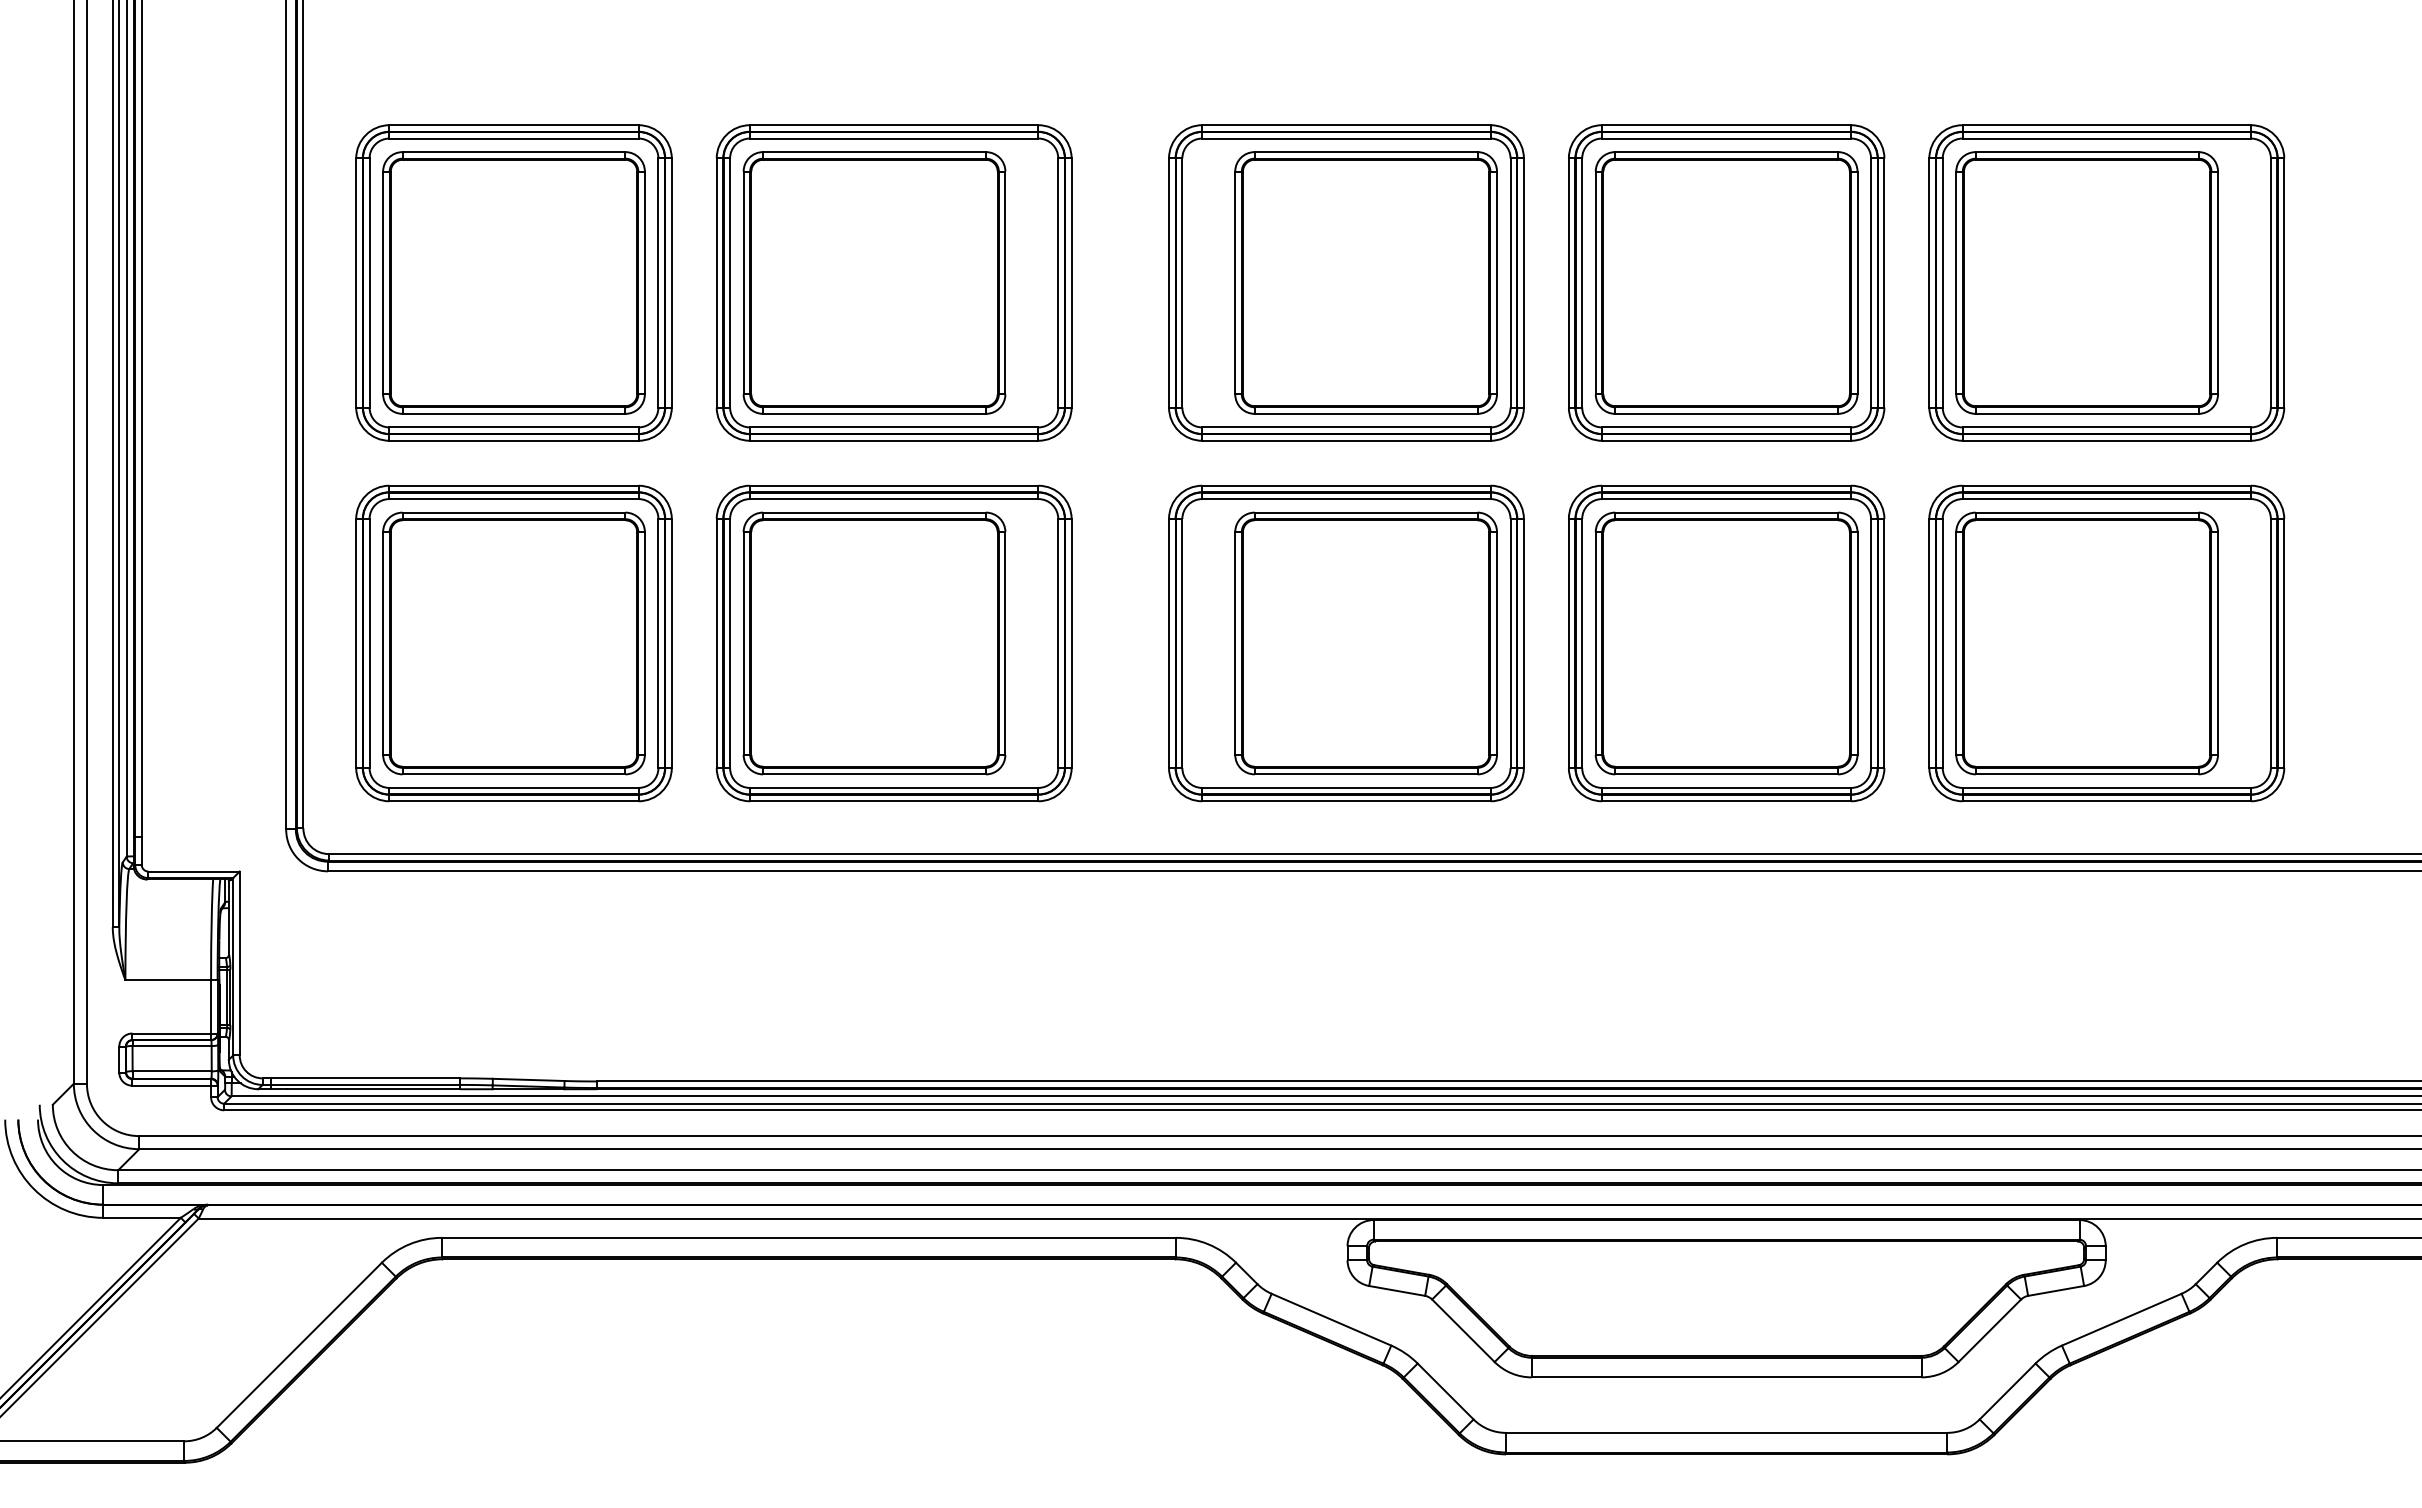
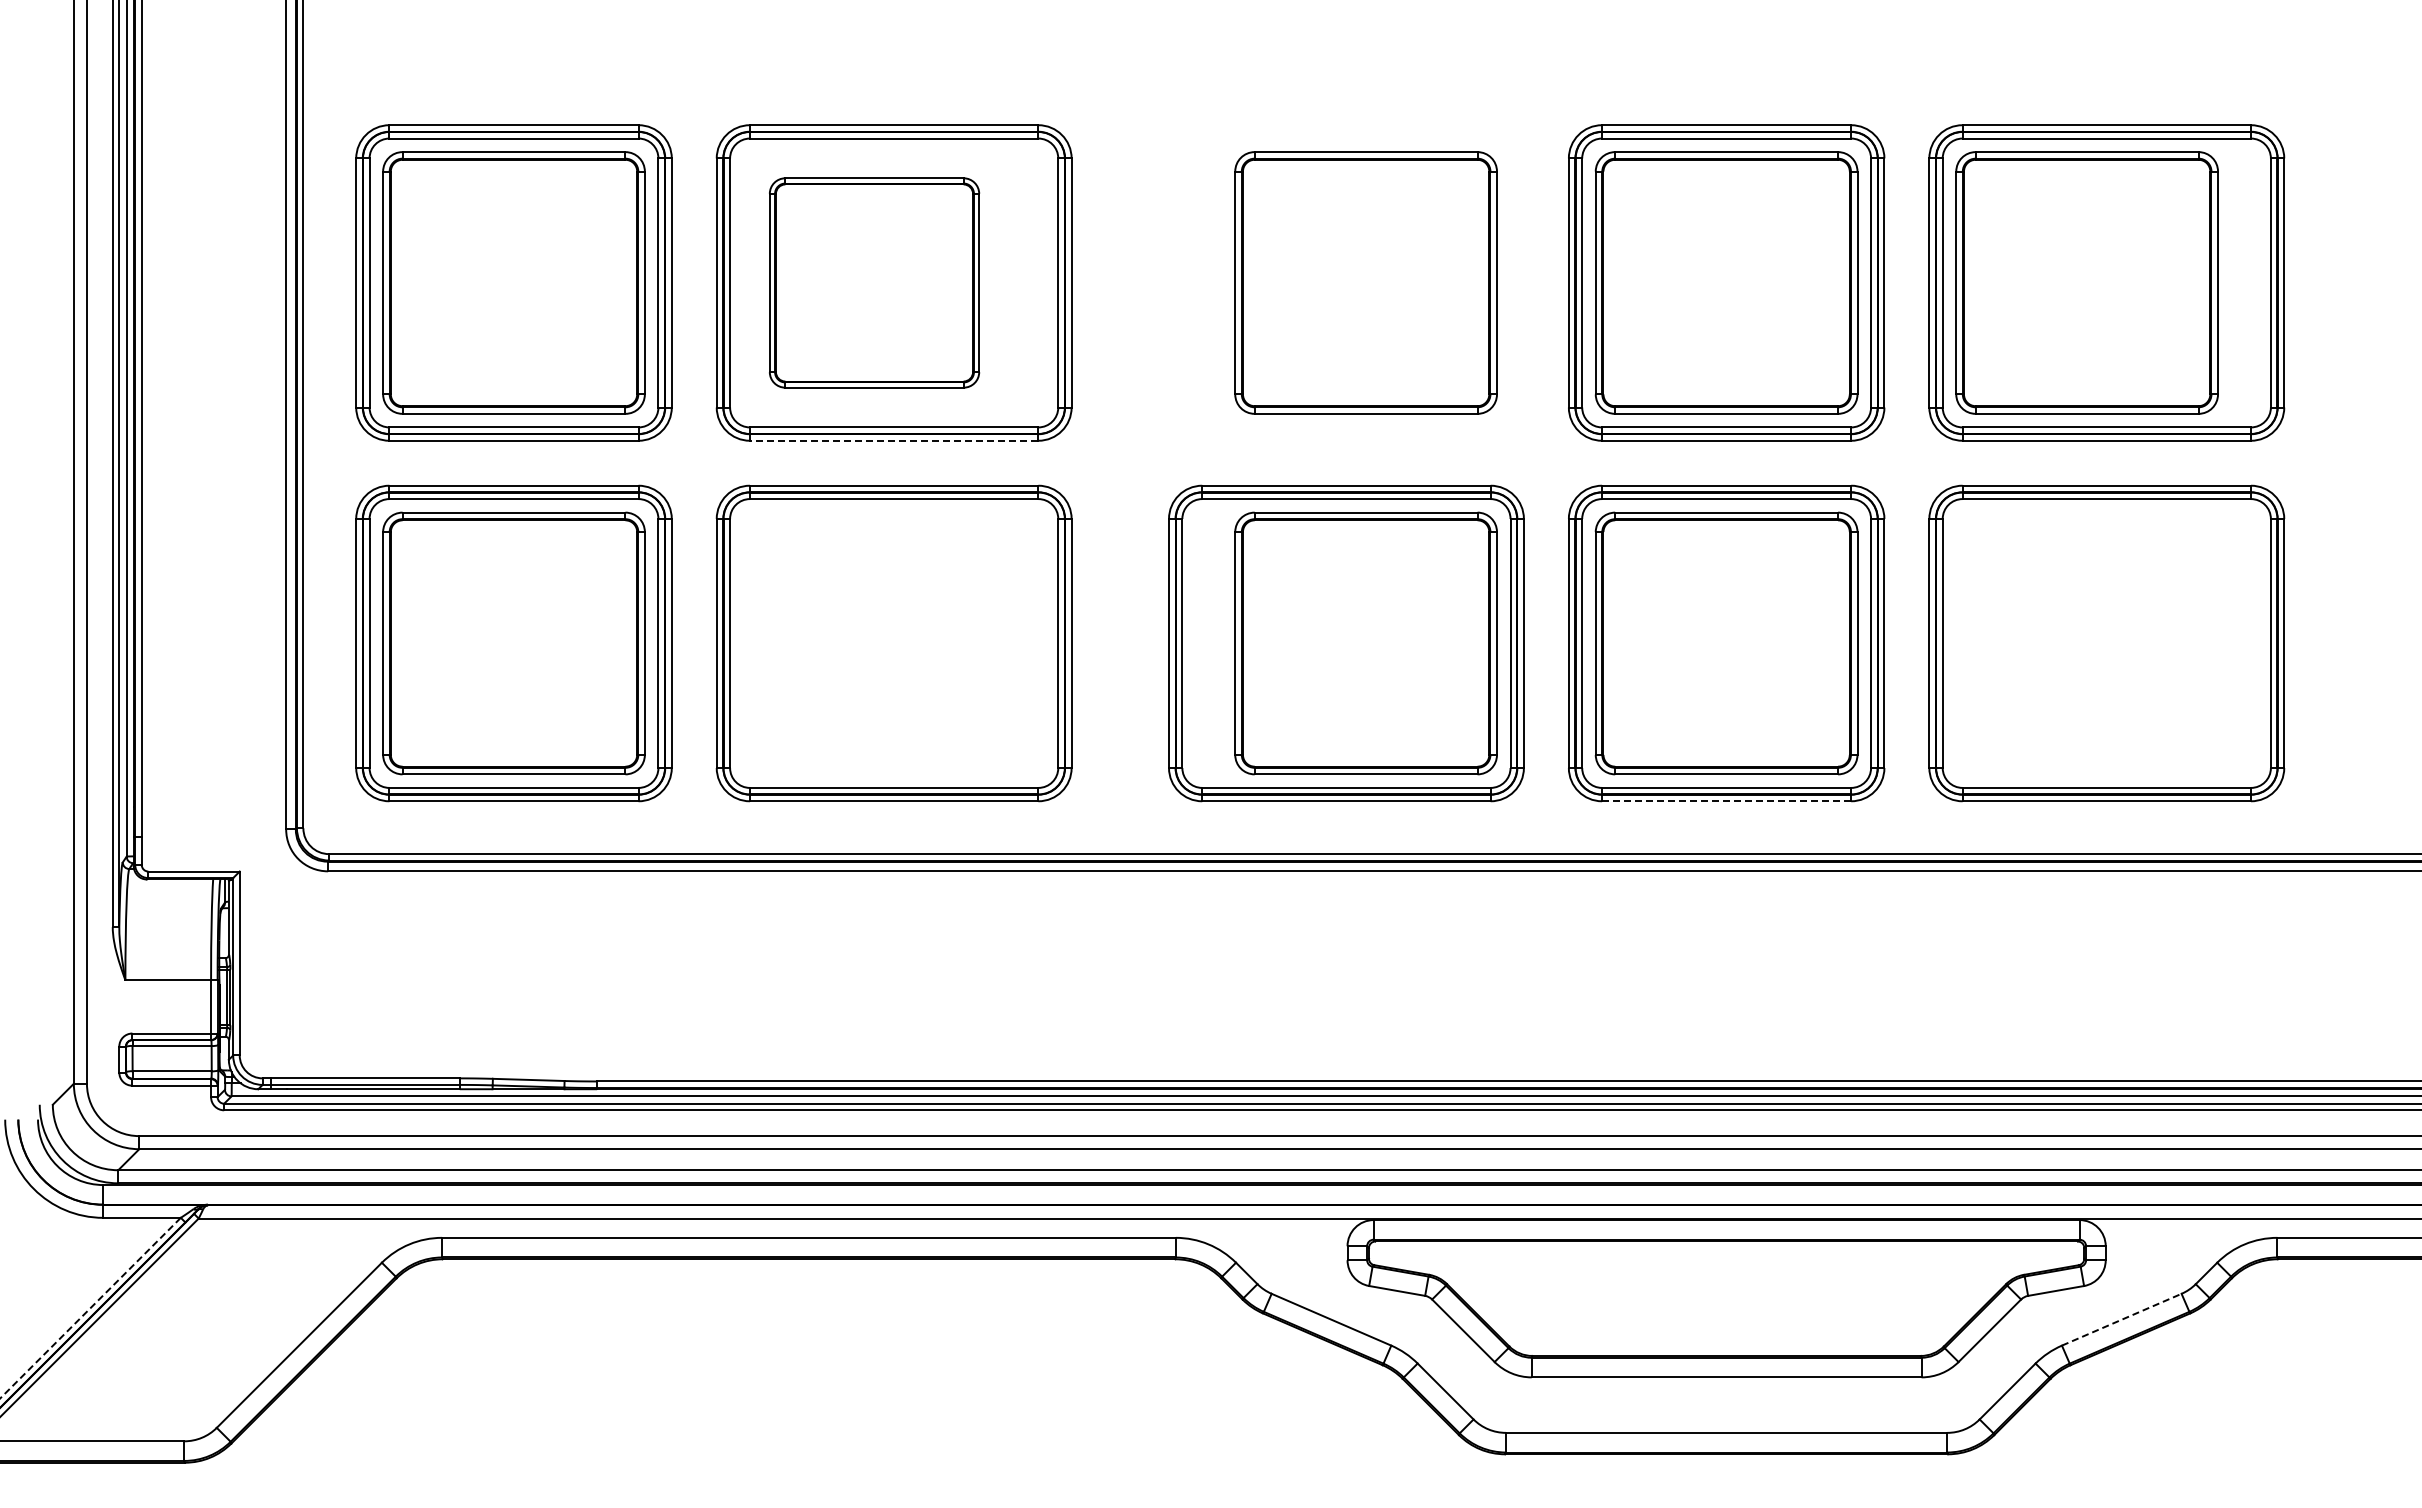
part at (874, 282) size: 265x264 px -> 212x212 px
part at (1346, 282): present -> none
line at (893, 440): solid -> dashed
part at (874, 643): present -> none
part at (2086, 643): present -> none
line at (1726, 801): solid -> dashed
line at (90, 1308): solid -> dashed
line at (2122, 1319): solid -> dashed
